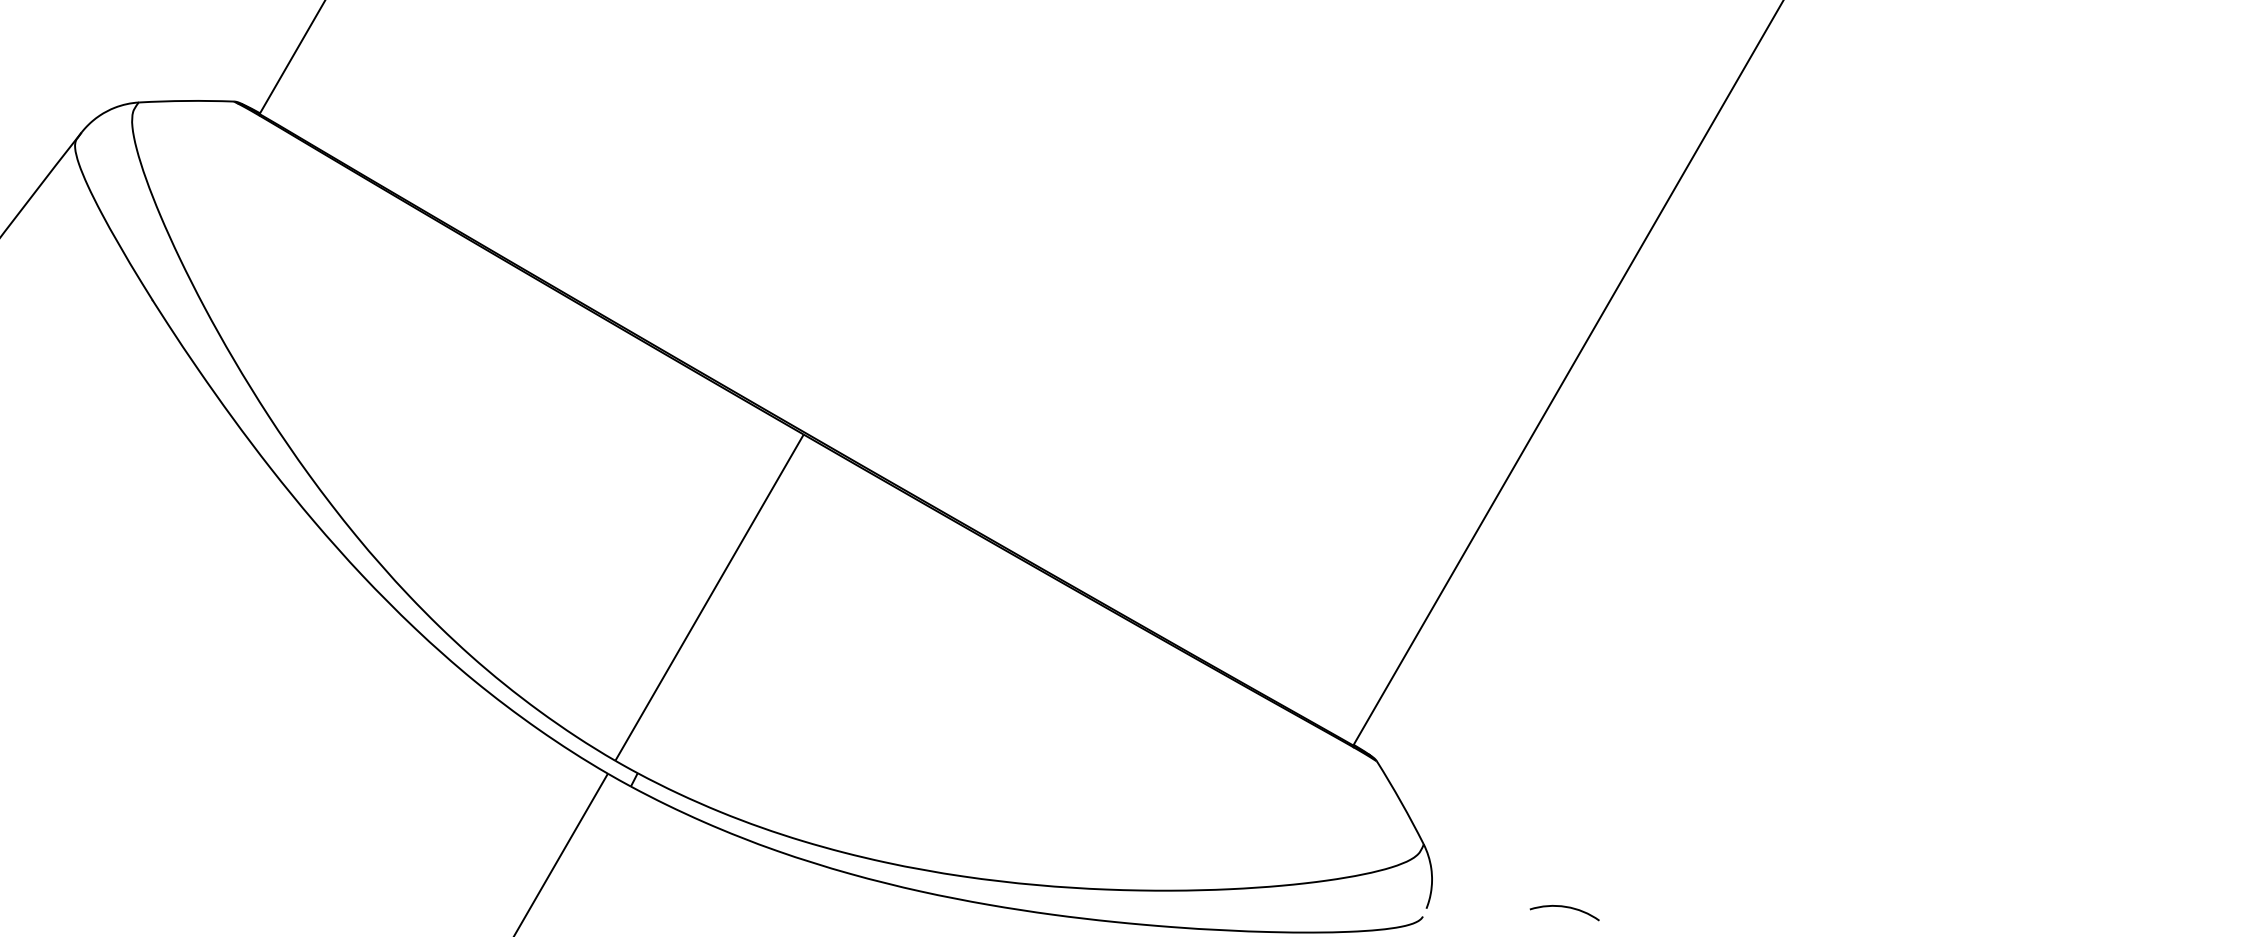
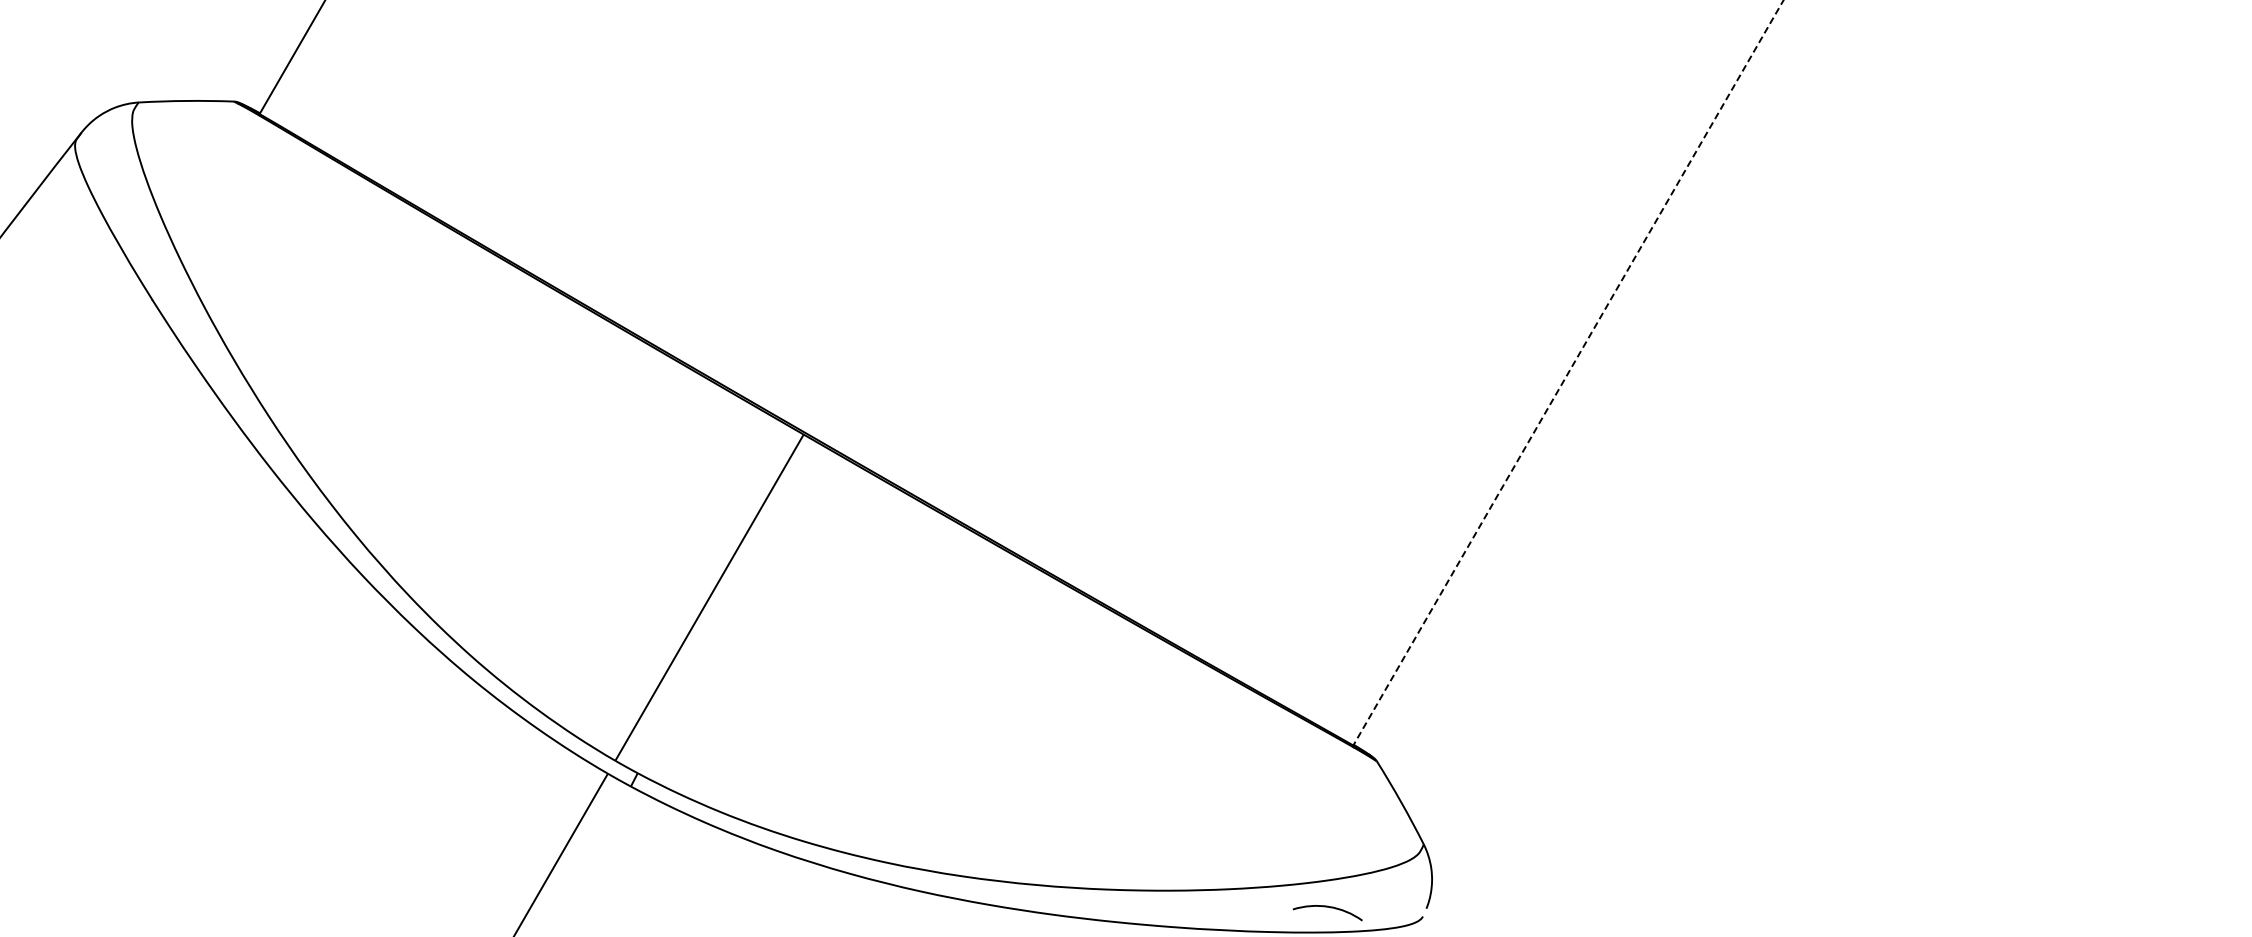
line at (1568, 373): solid -> dashed
arc at (1567, 908) position: (1567, 908) -> (1330, 908)
